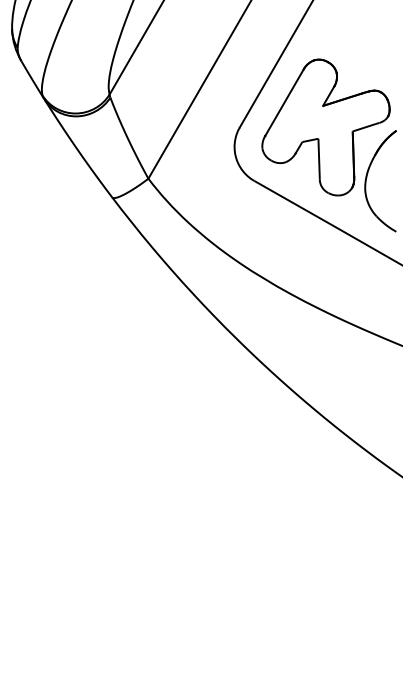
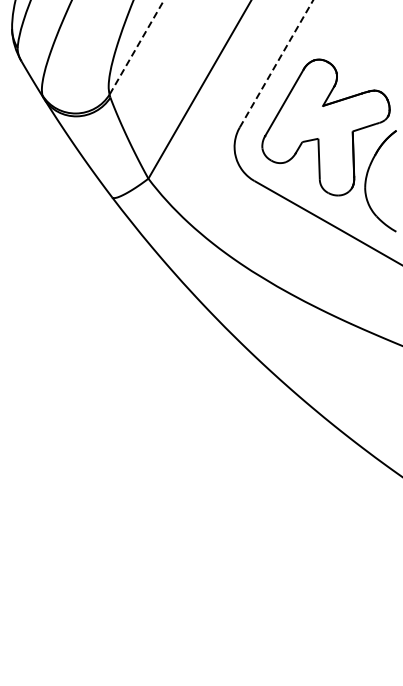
line at (137, 46): solid -> dashed
line at (276, 63): solid -> dashed
